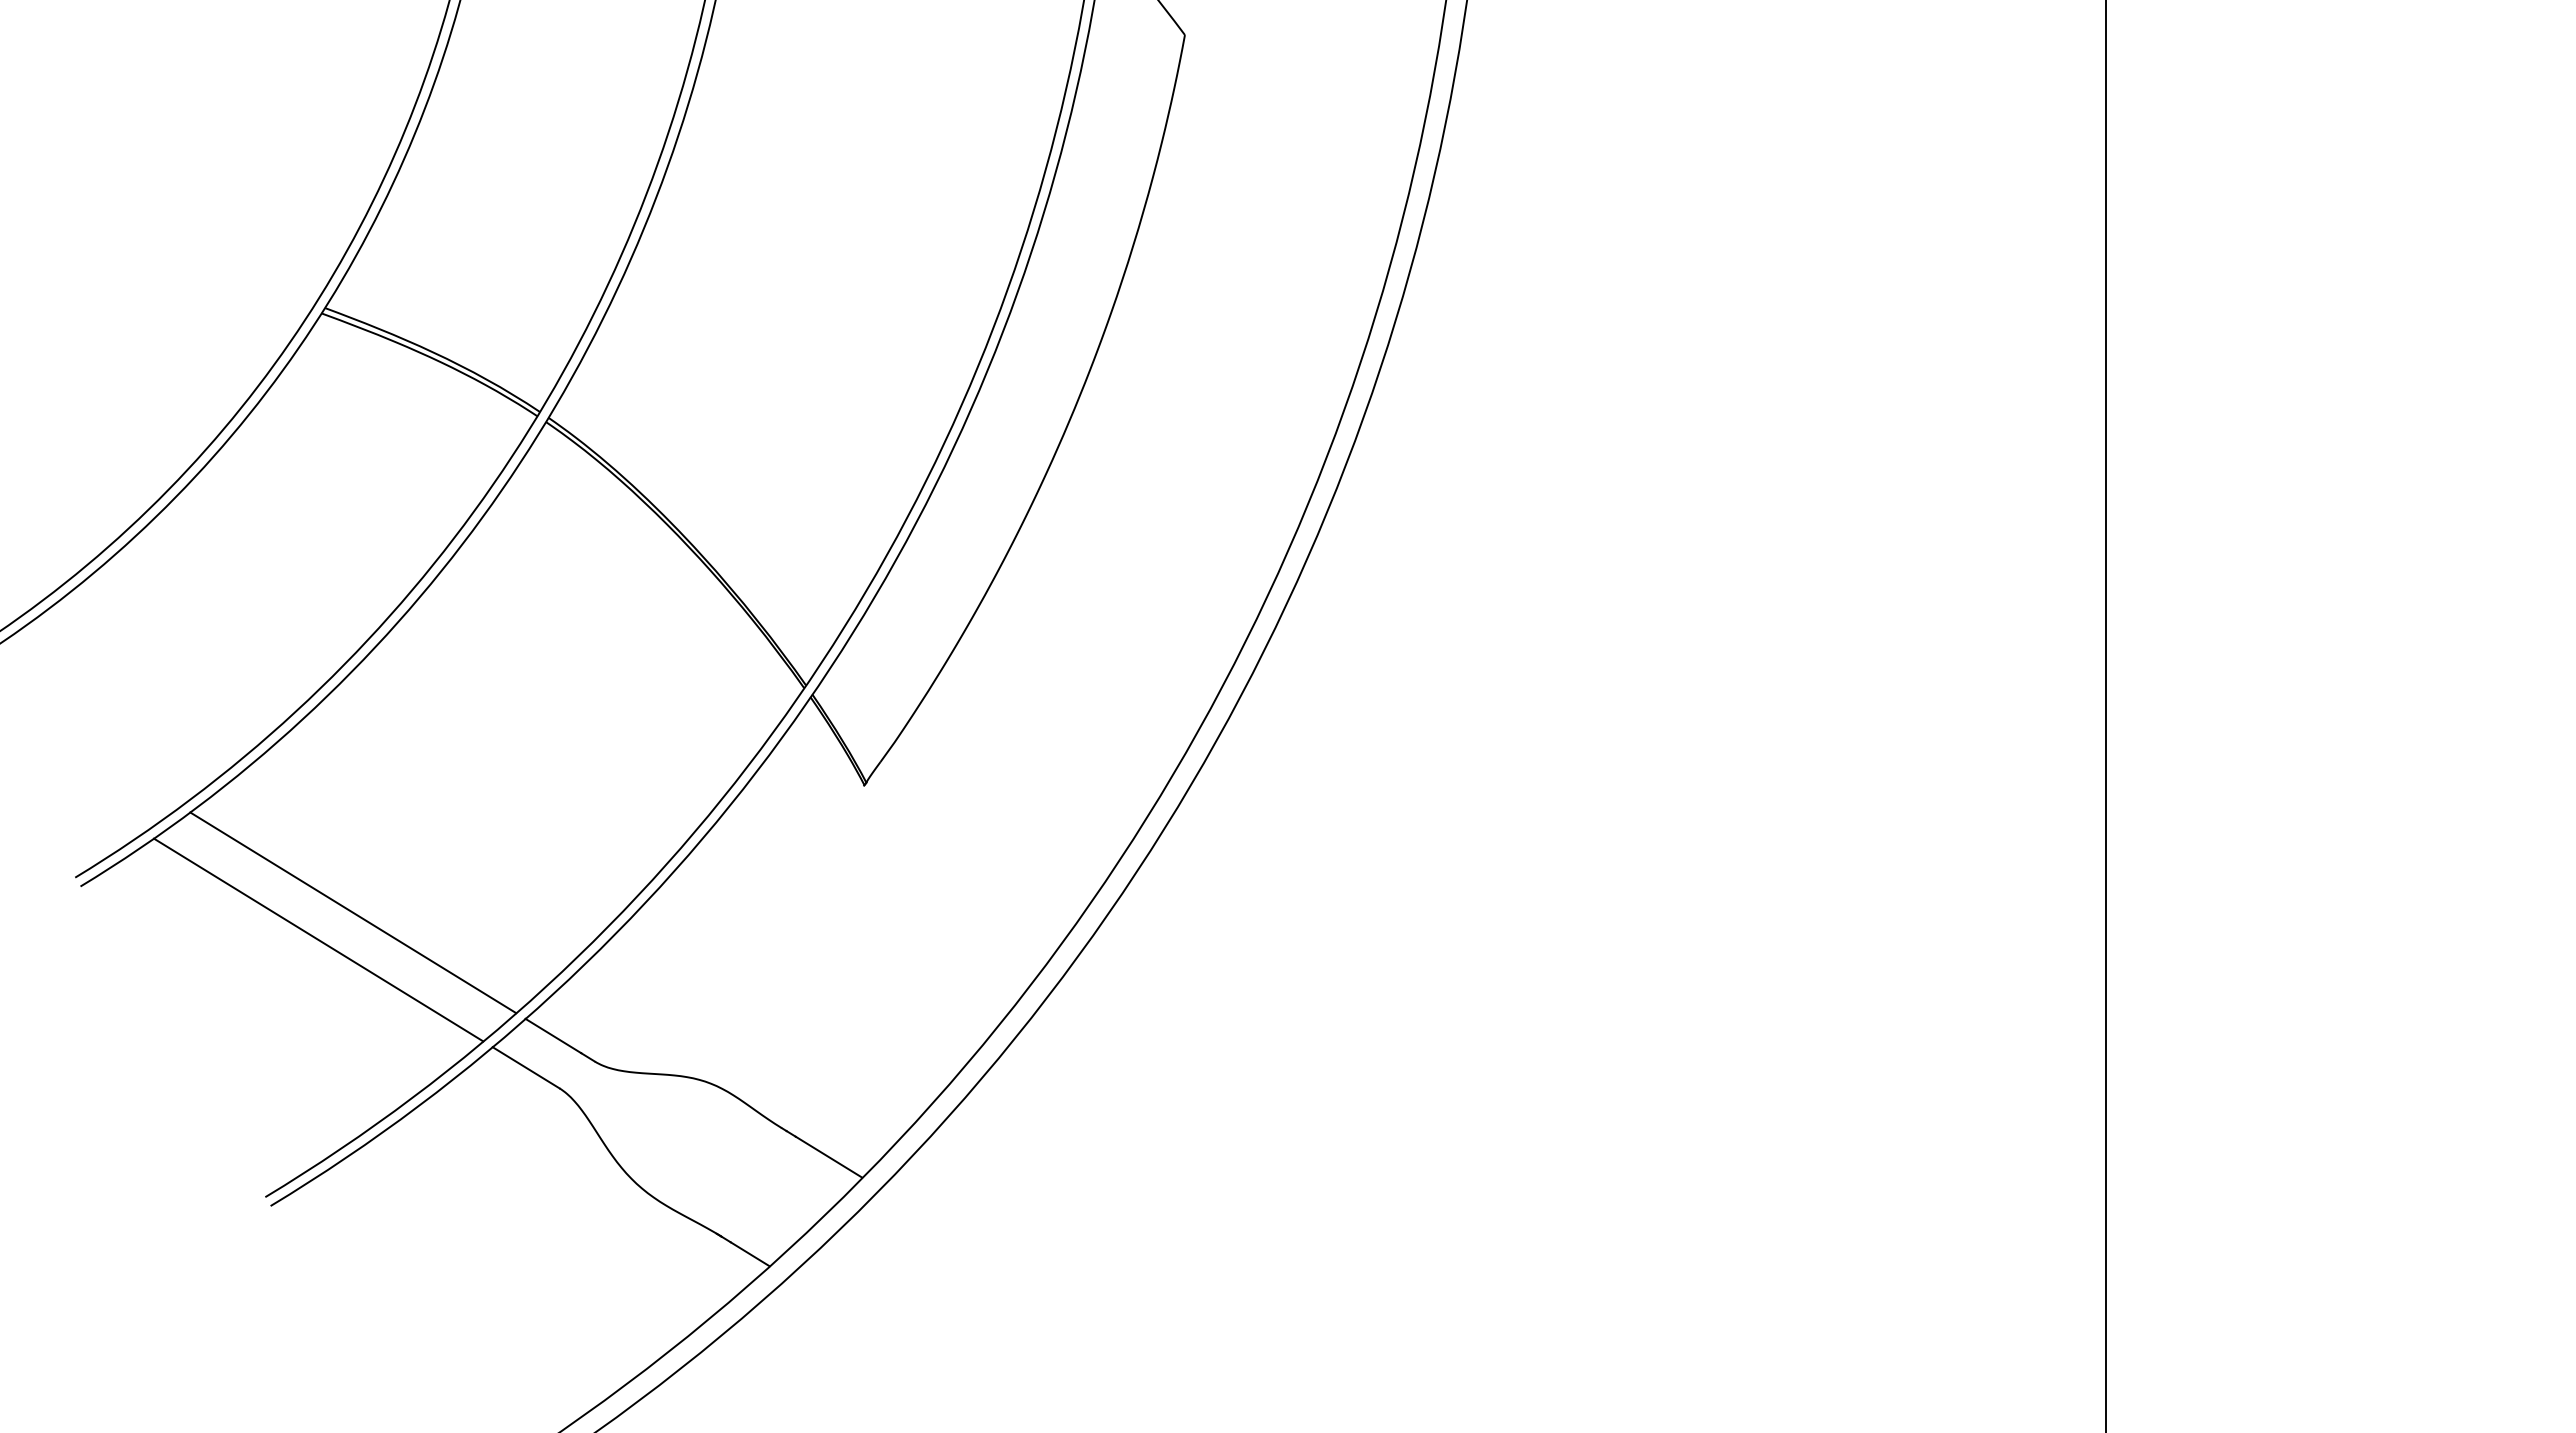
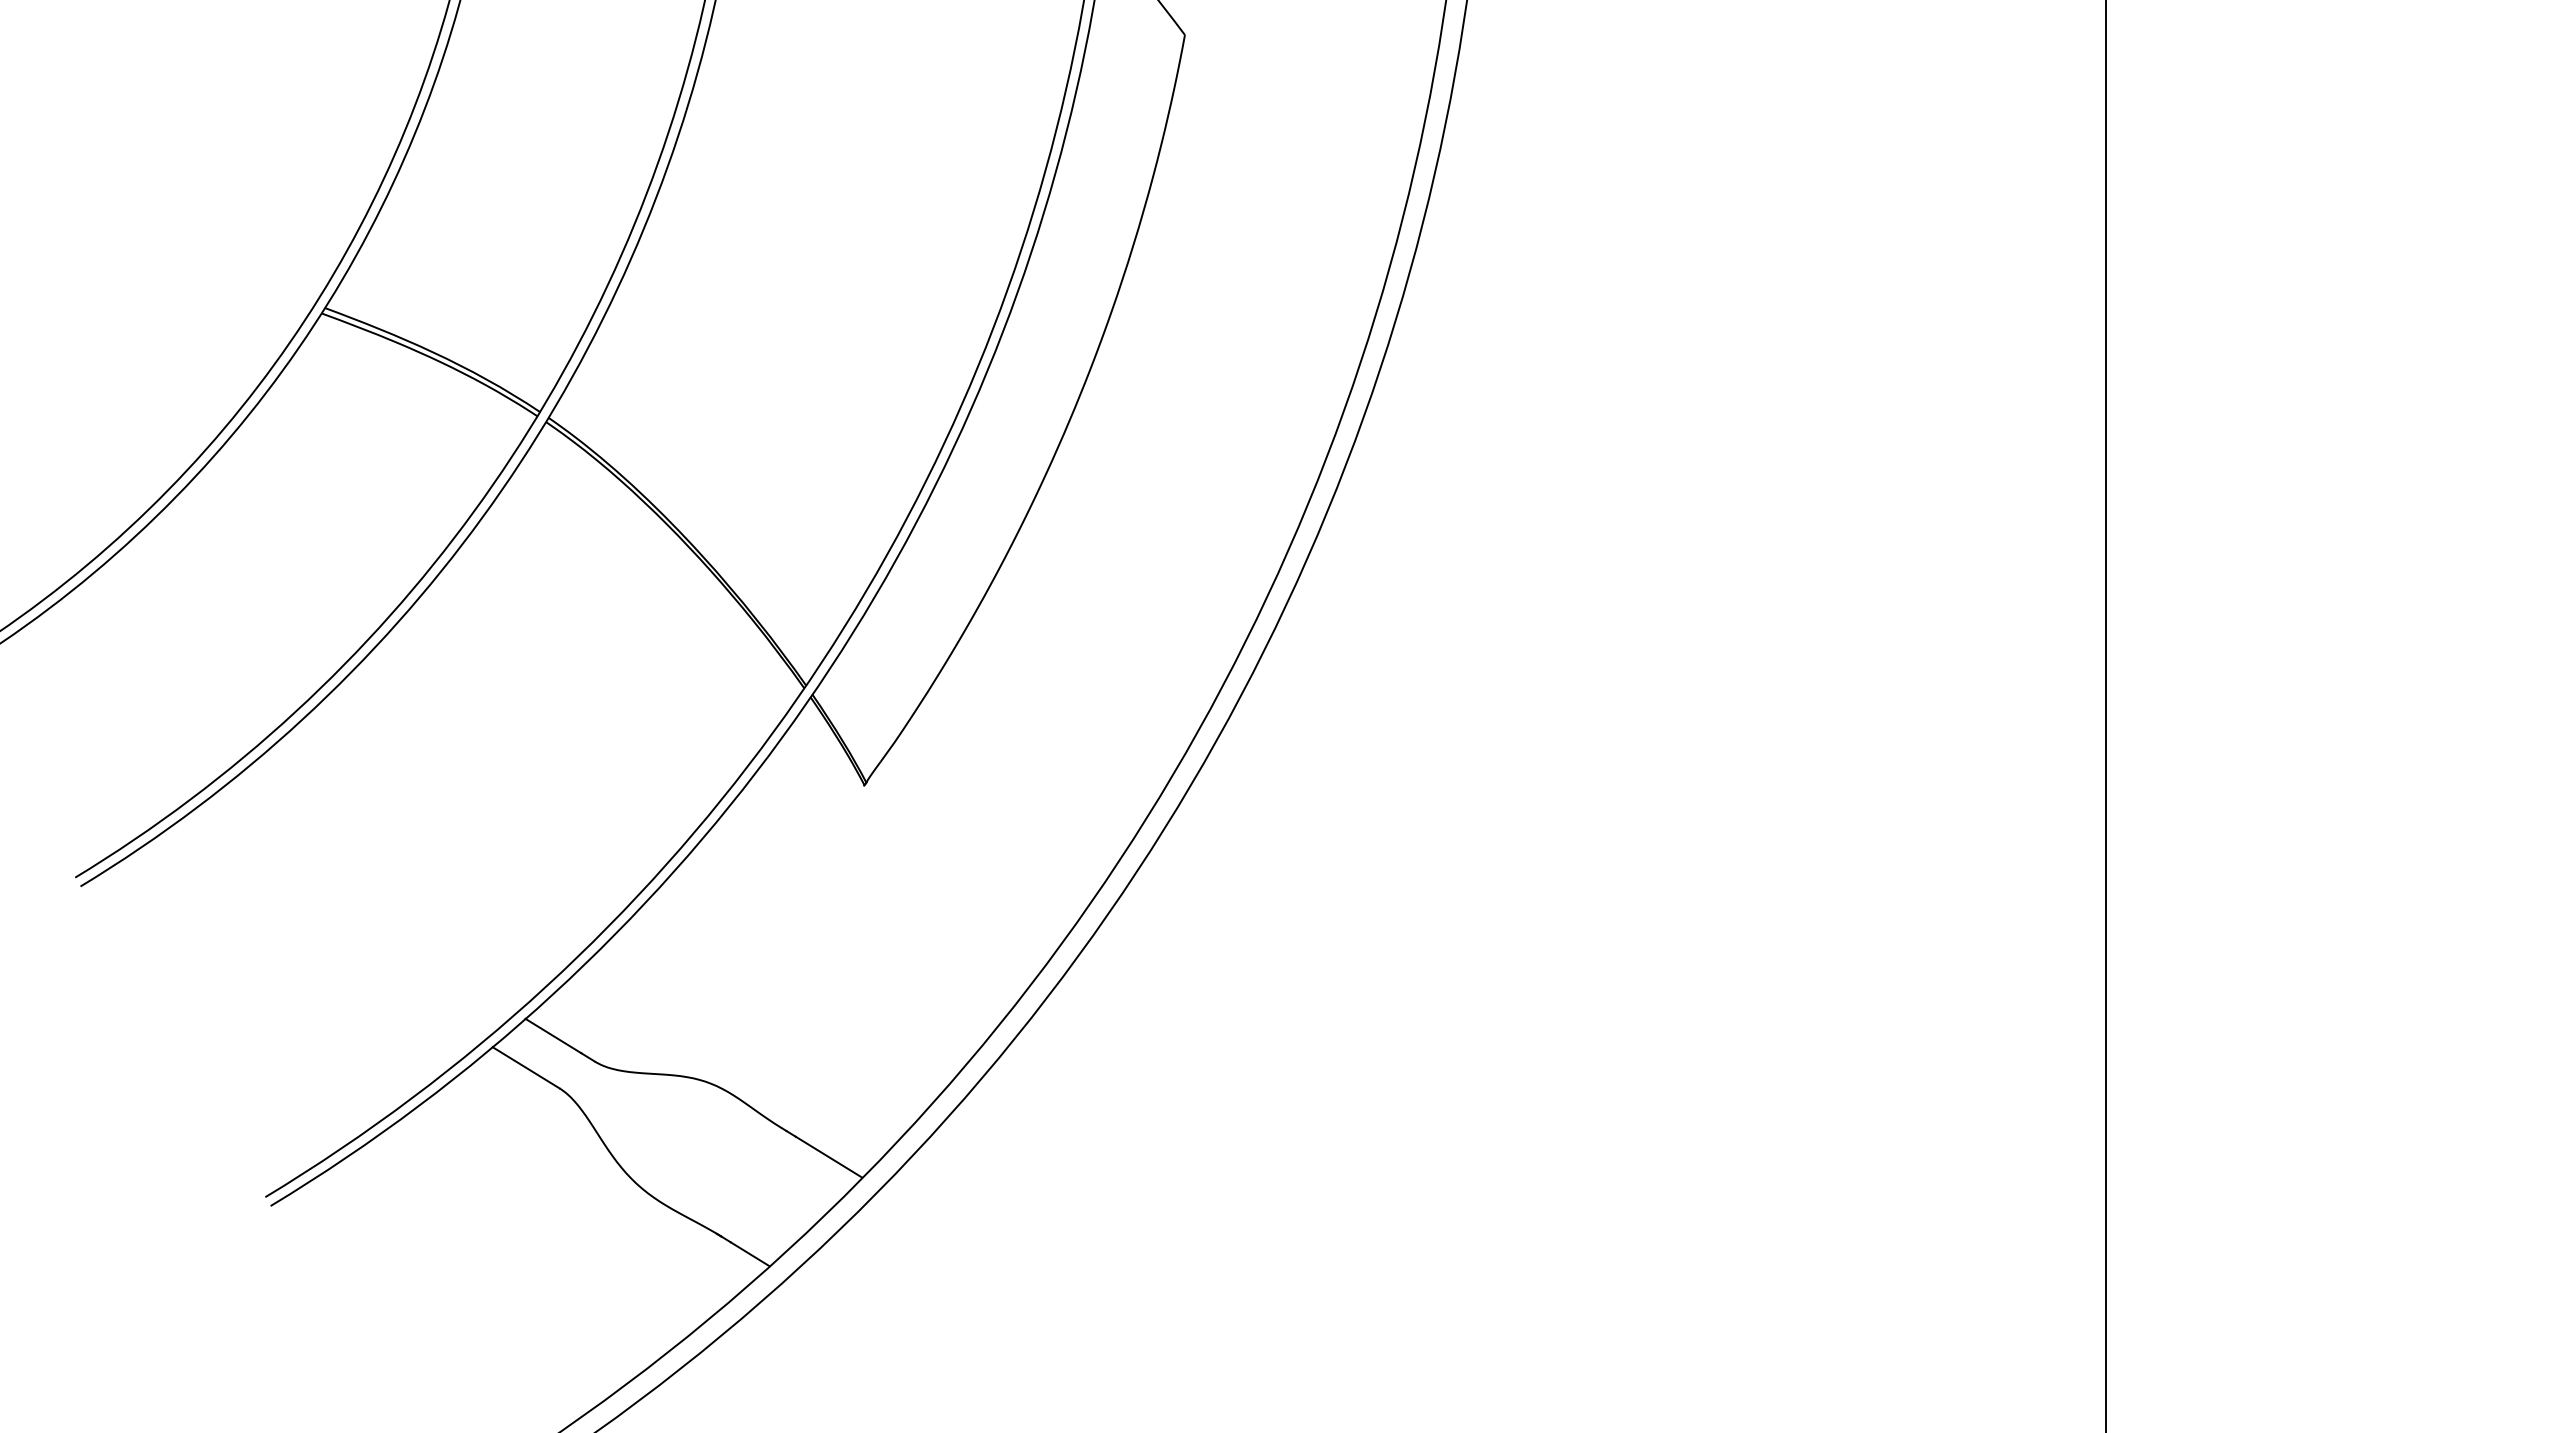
line at (353, 912): present -> none
line at (318, 939): present -> none
